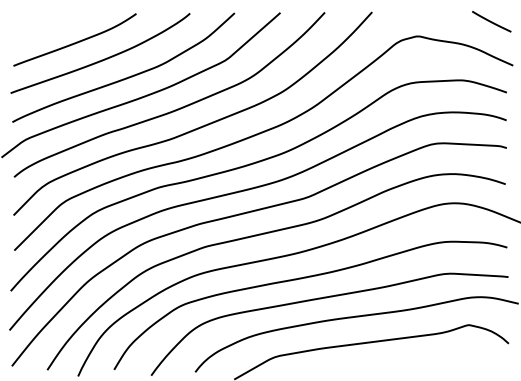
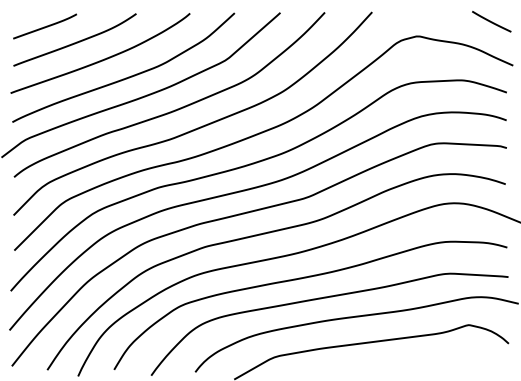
curve at (45, 26): none -> present
